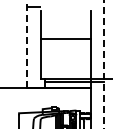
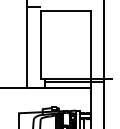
line at (65, 39) position: (65, 39) -> (65, 11)
line at (27, 44): dashed -> solid
line at (104, 64): dashed -> solid
